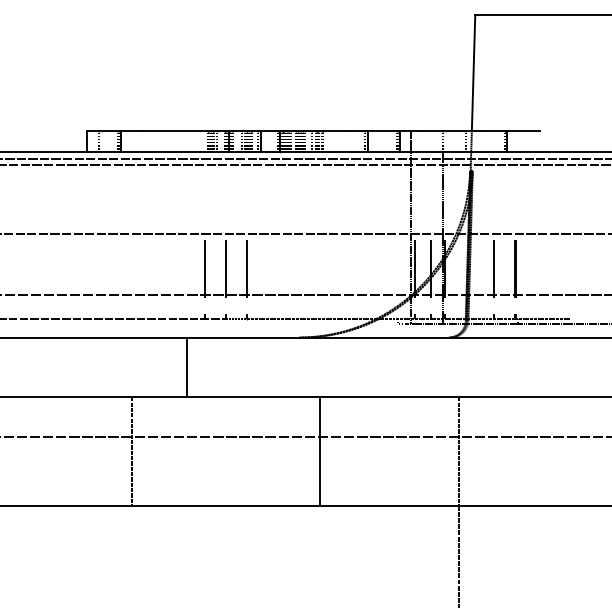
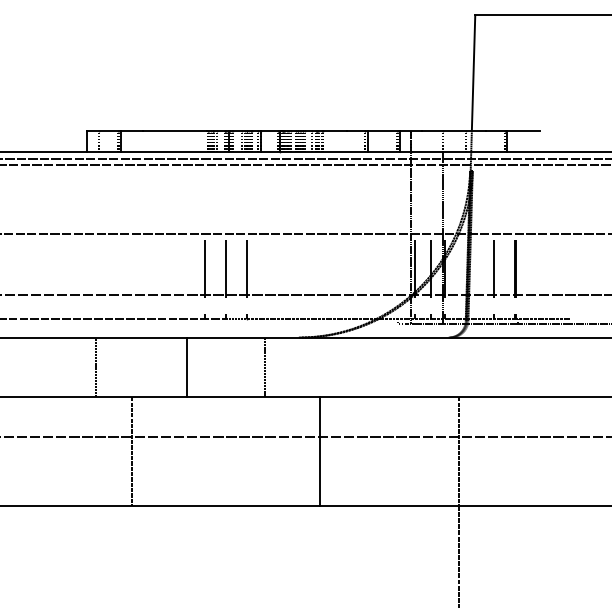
line at (95, 366): none -> present
line at (264, 366): none -> present
